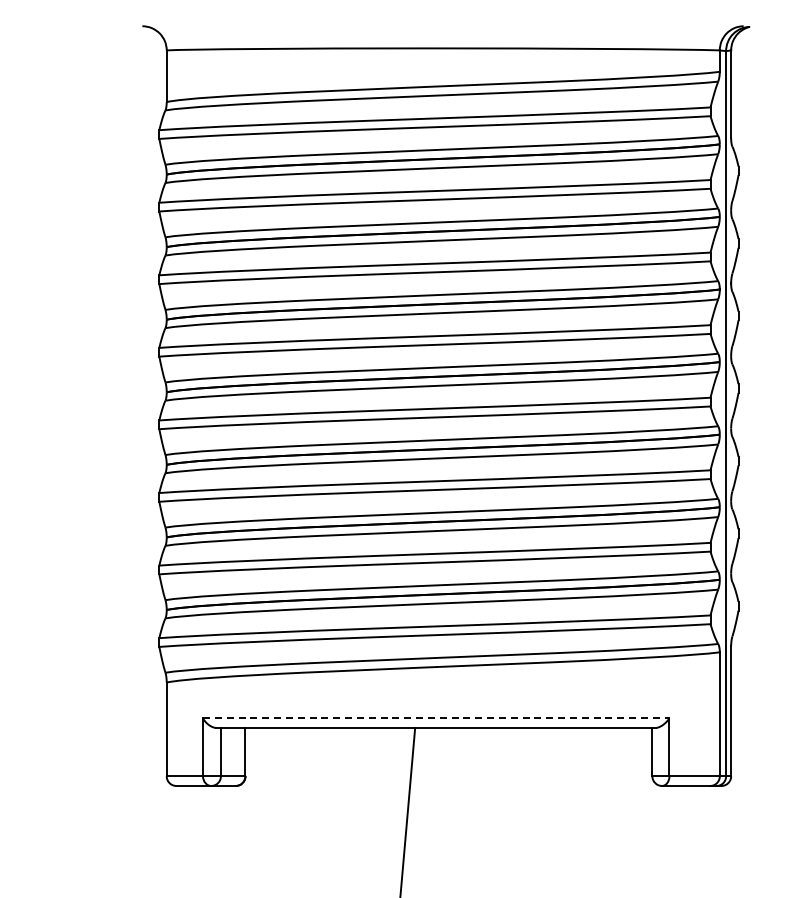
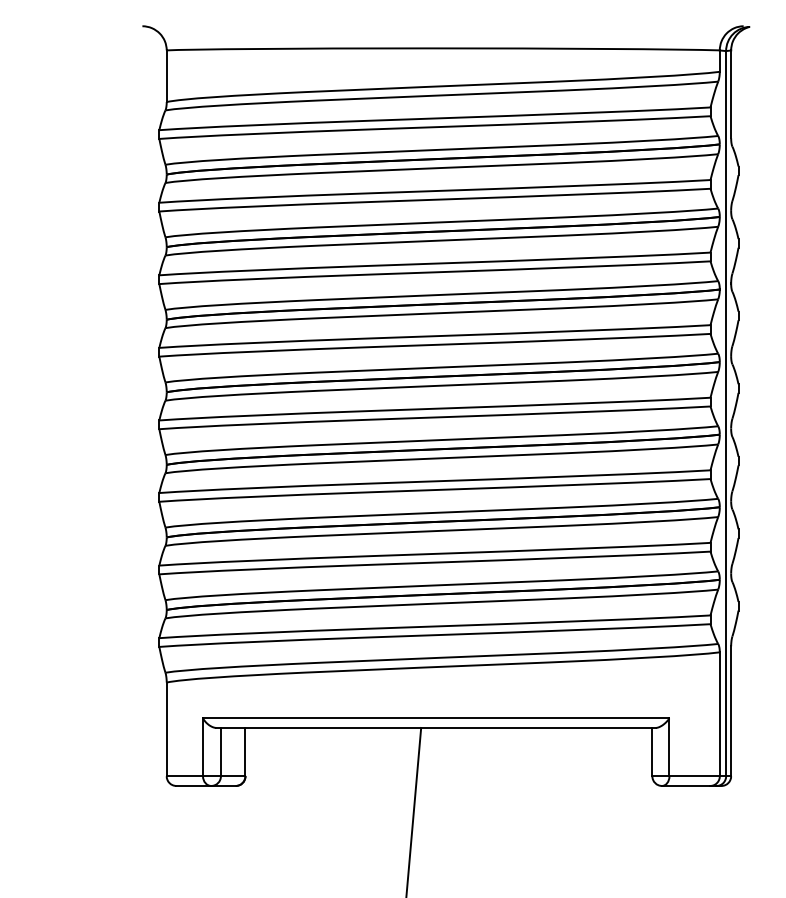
line at (436, 718): dashed -> solid
line at (407, 810) position: (407, 810) -> (413, 810)
